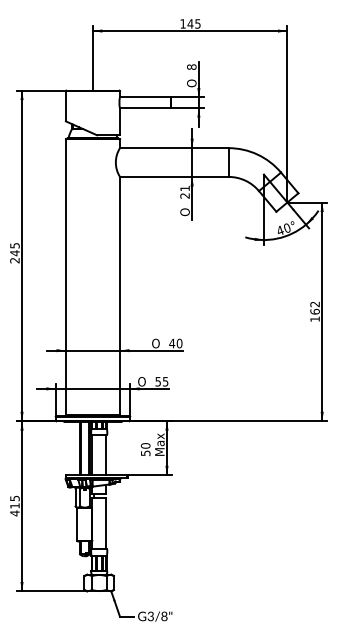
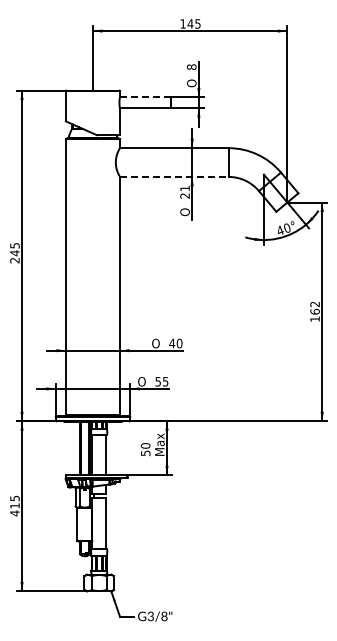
line at (145, 97): solid -> dashed
line at (174, 176): solid -> dashed
